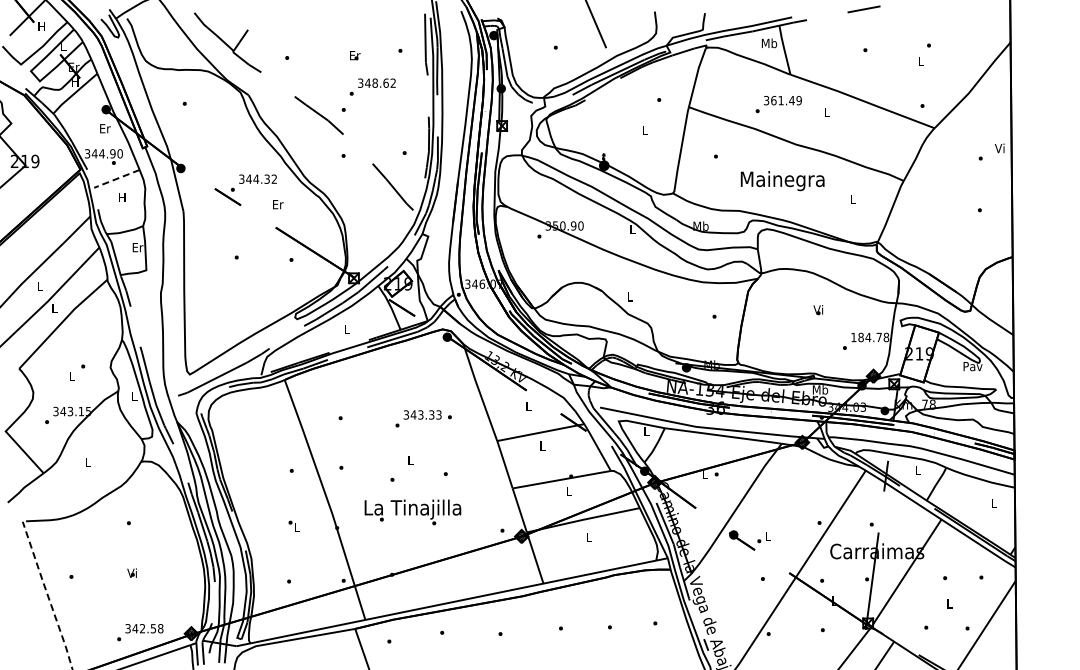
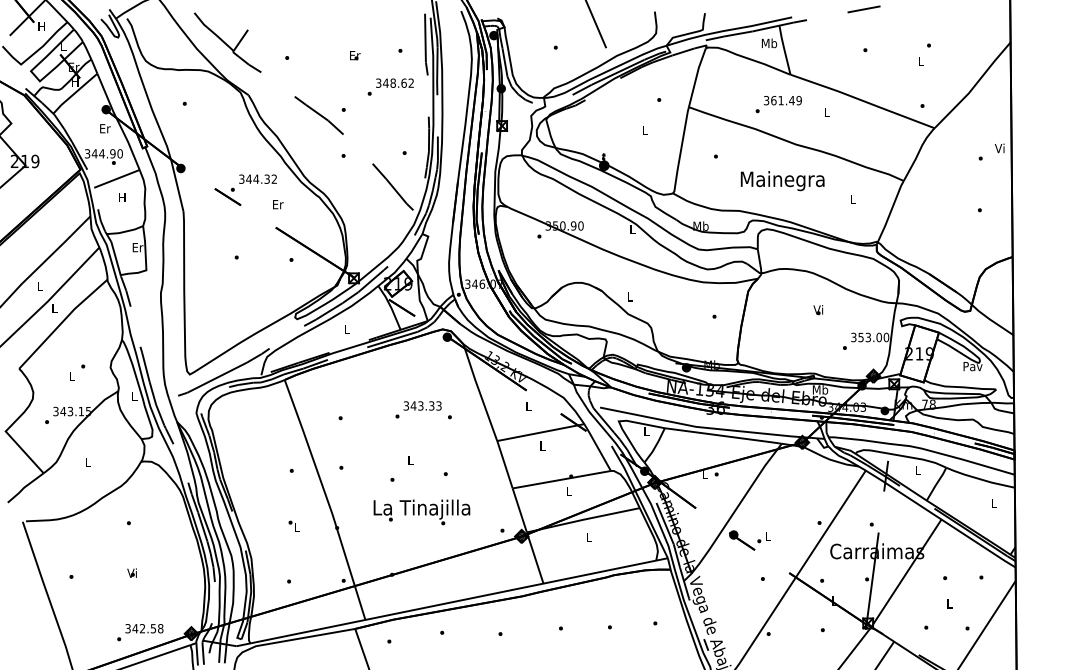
text at (372, 86) position: (372, 86) -> (390, 86)
line at (116, 179): dashed -> solid
text at (870, 337): 184.78 -> 353.00
text at (418, 418) position: (418, 418) -> (418, 409)
text at (412, 512) position: (412, 512) -> (421, 512)
line at (47, 595): dashed -> solid
